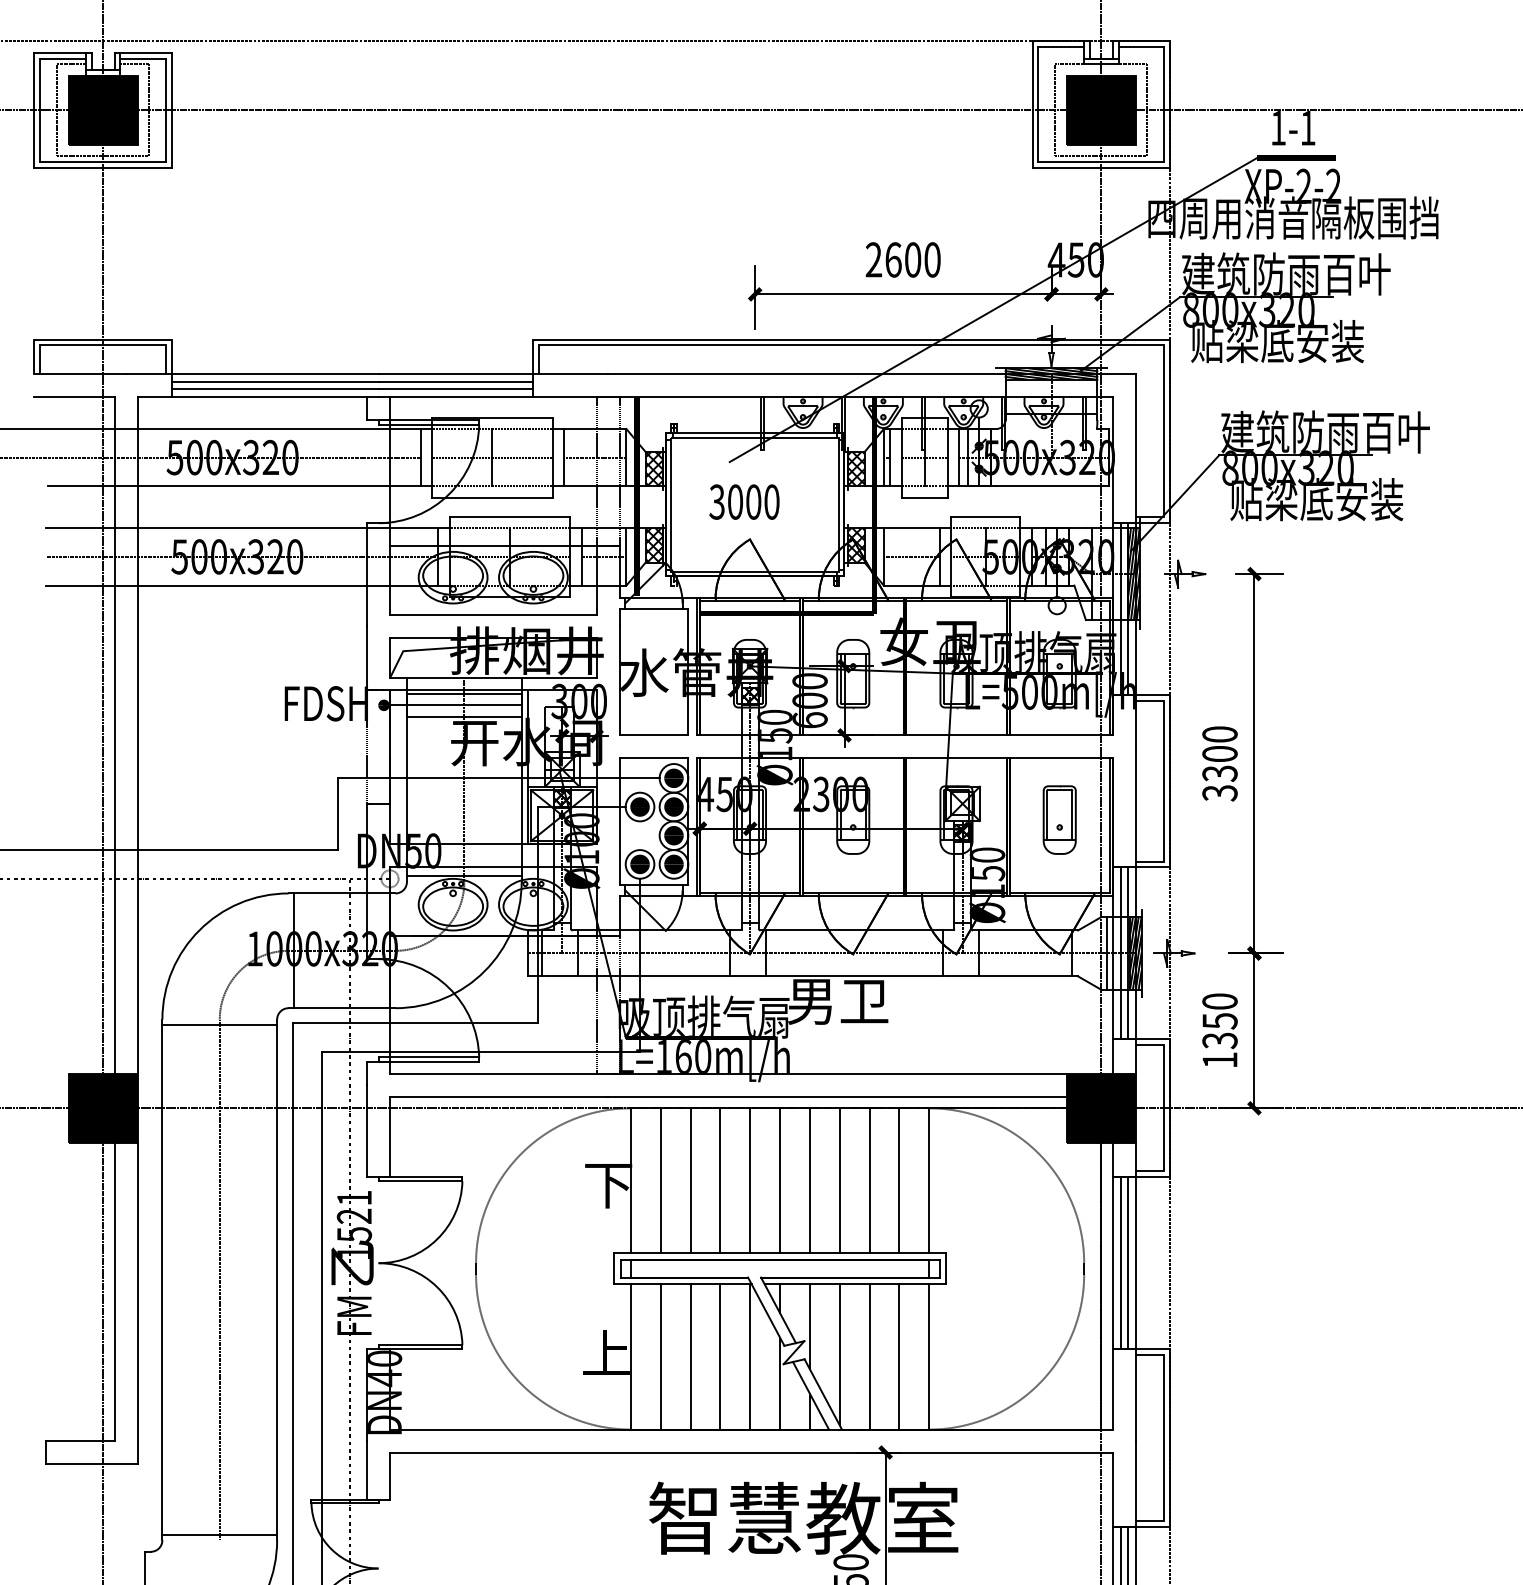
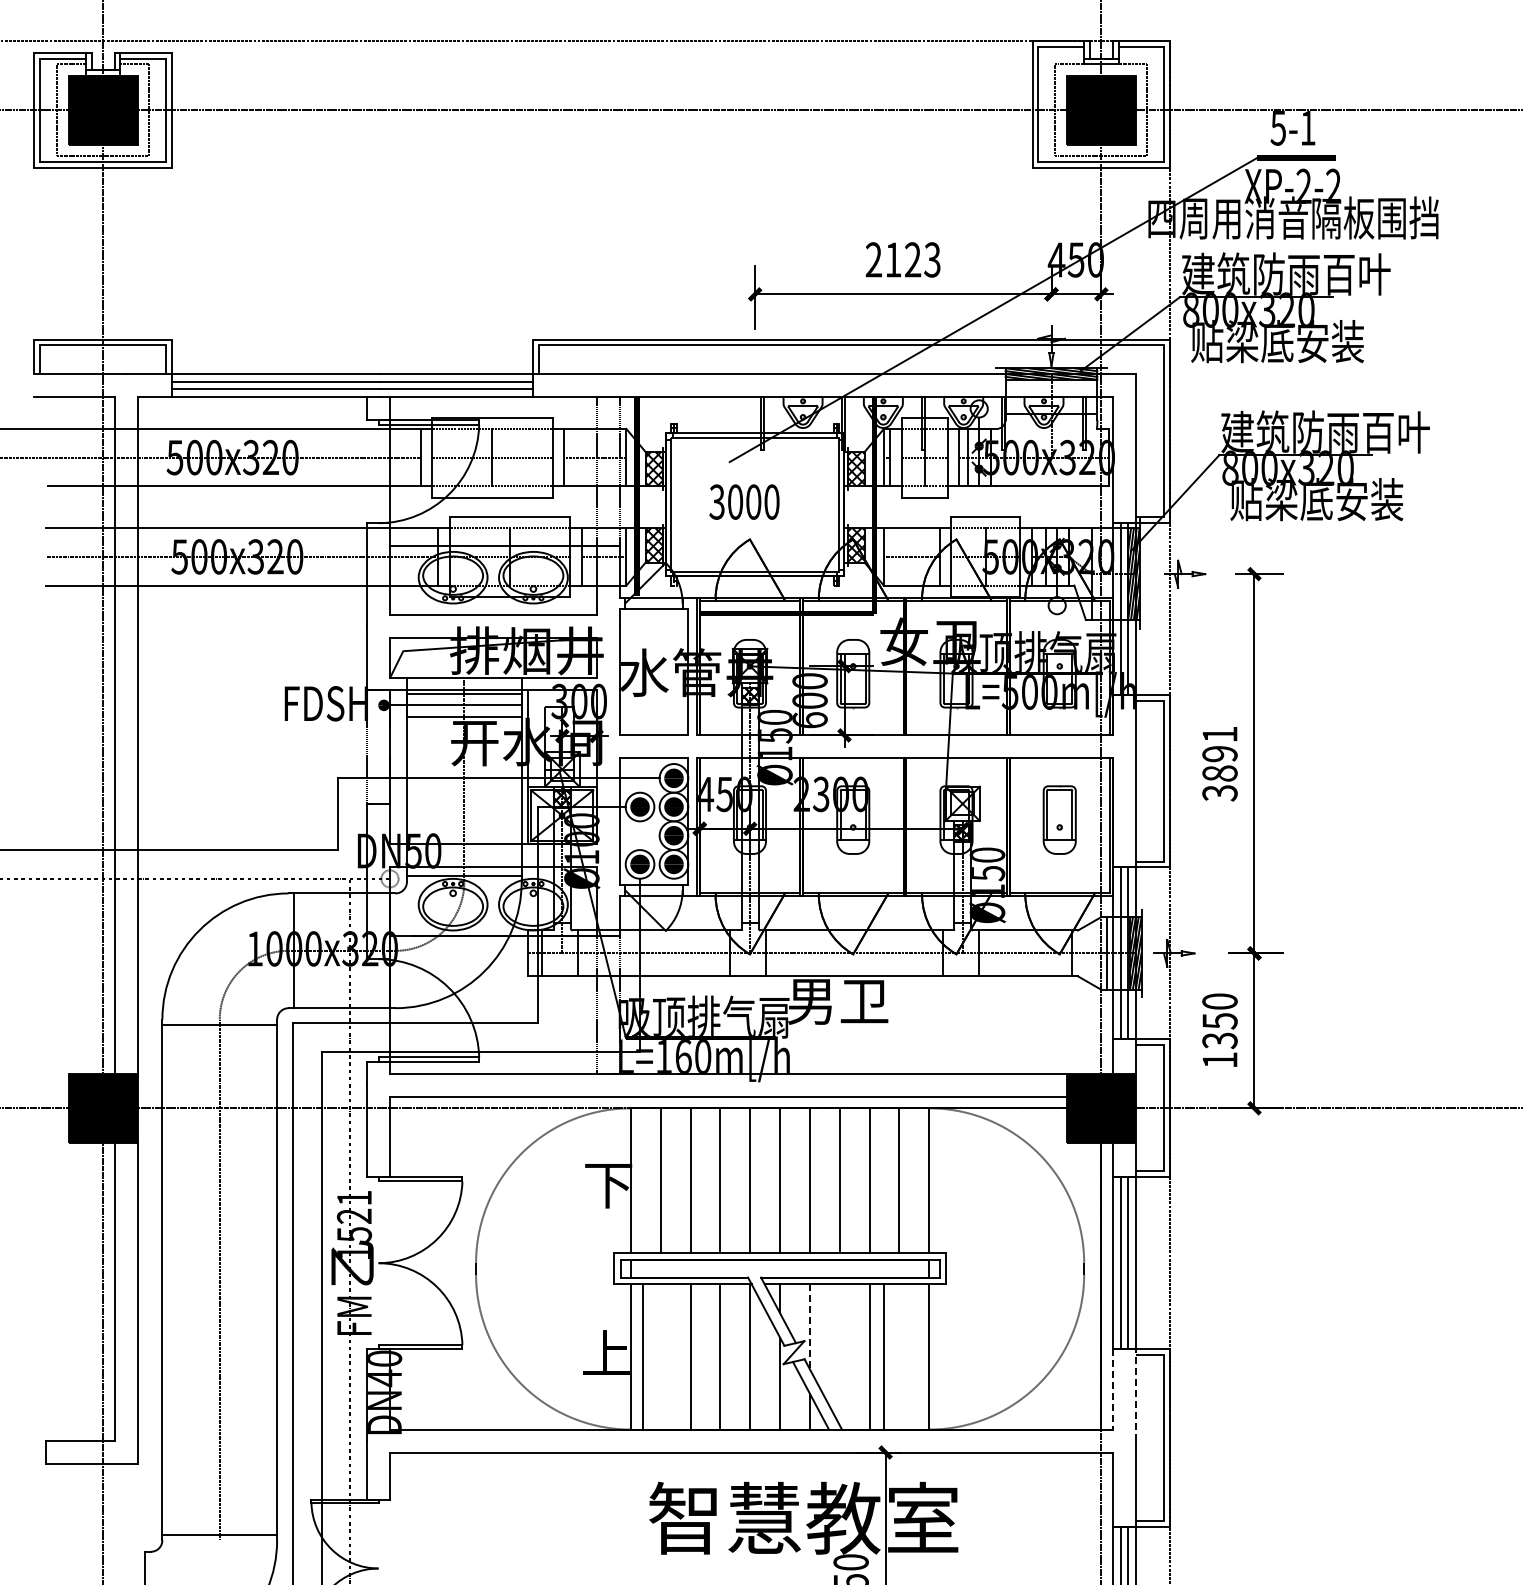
text at (1277, 128): 1-1 -> 5-1
text at (912, 259): 2600 -> 2123
text at (1219, 754): 3300 -> 3891
line at (809, 1327): solid -> dashed
line at (839, 1354): present -> none
line at (660, 1356) position: (660, 1356) -> (642, 1356)
line at (899, 1356) position: (899, 1356) -> (884, 1356)
line at (1112, 1389): solid -> dashed
line at (1135, 1395): solid -> dashed
